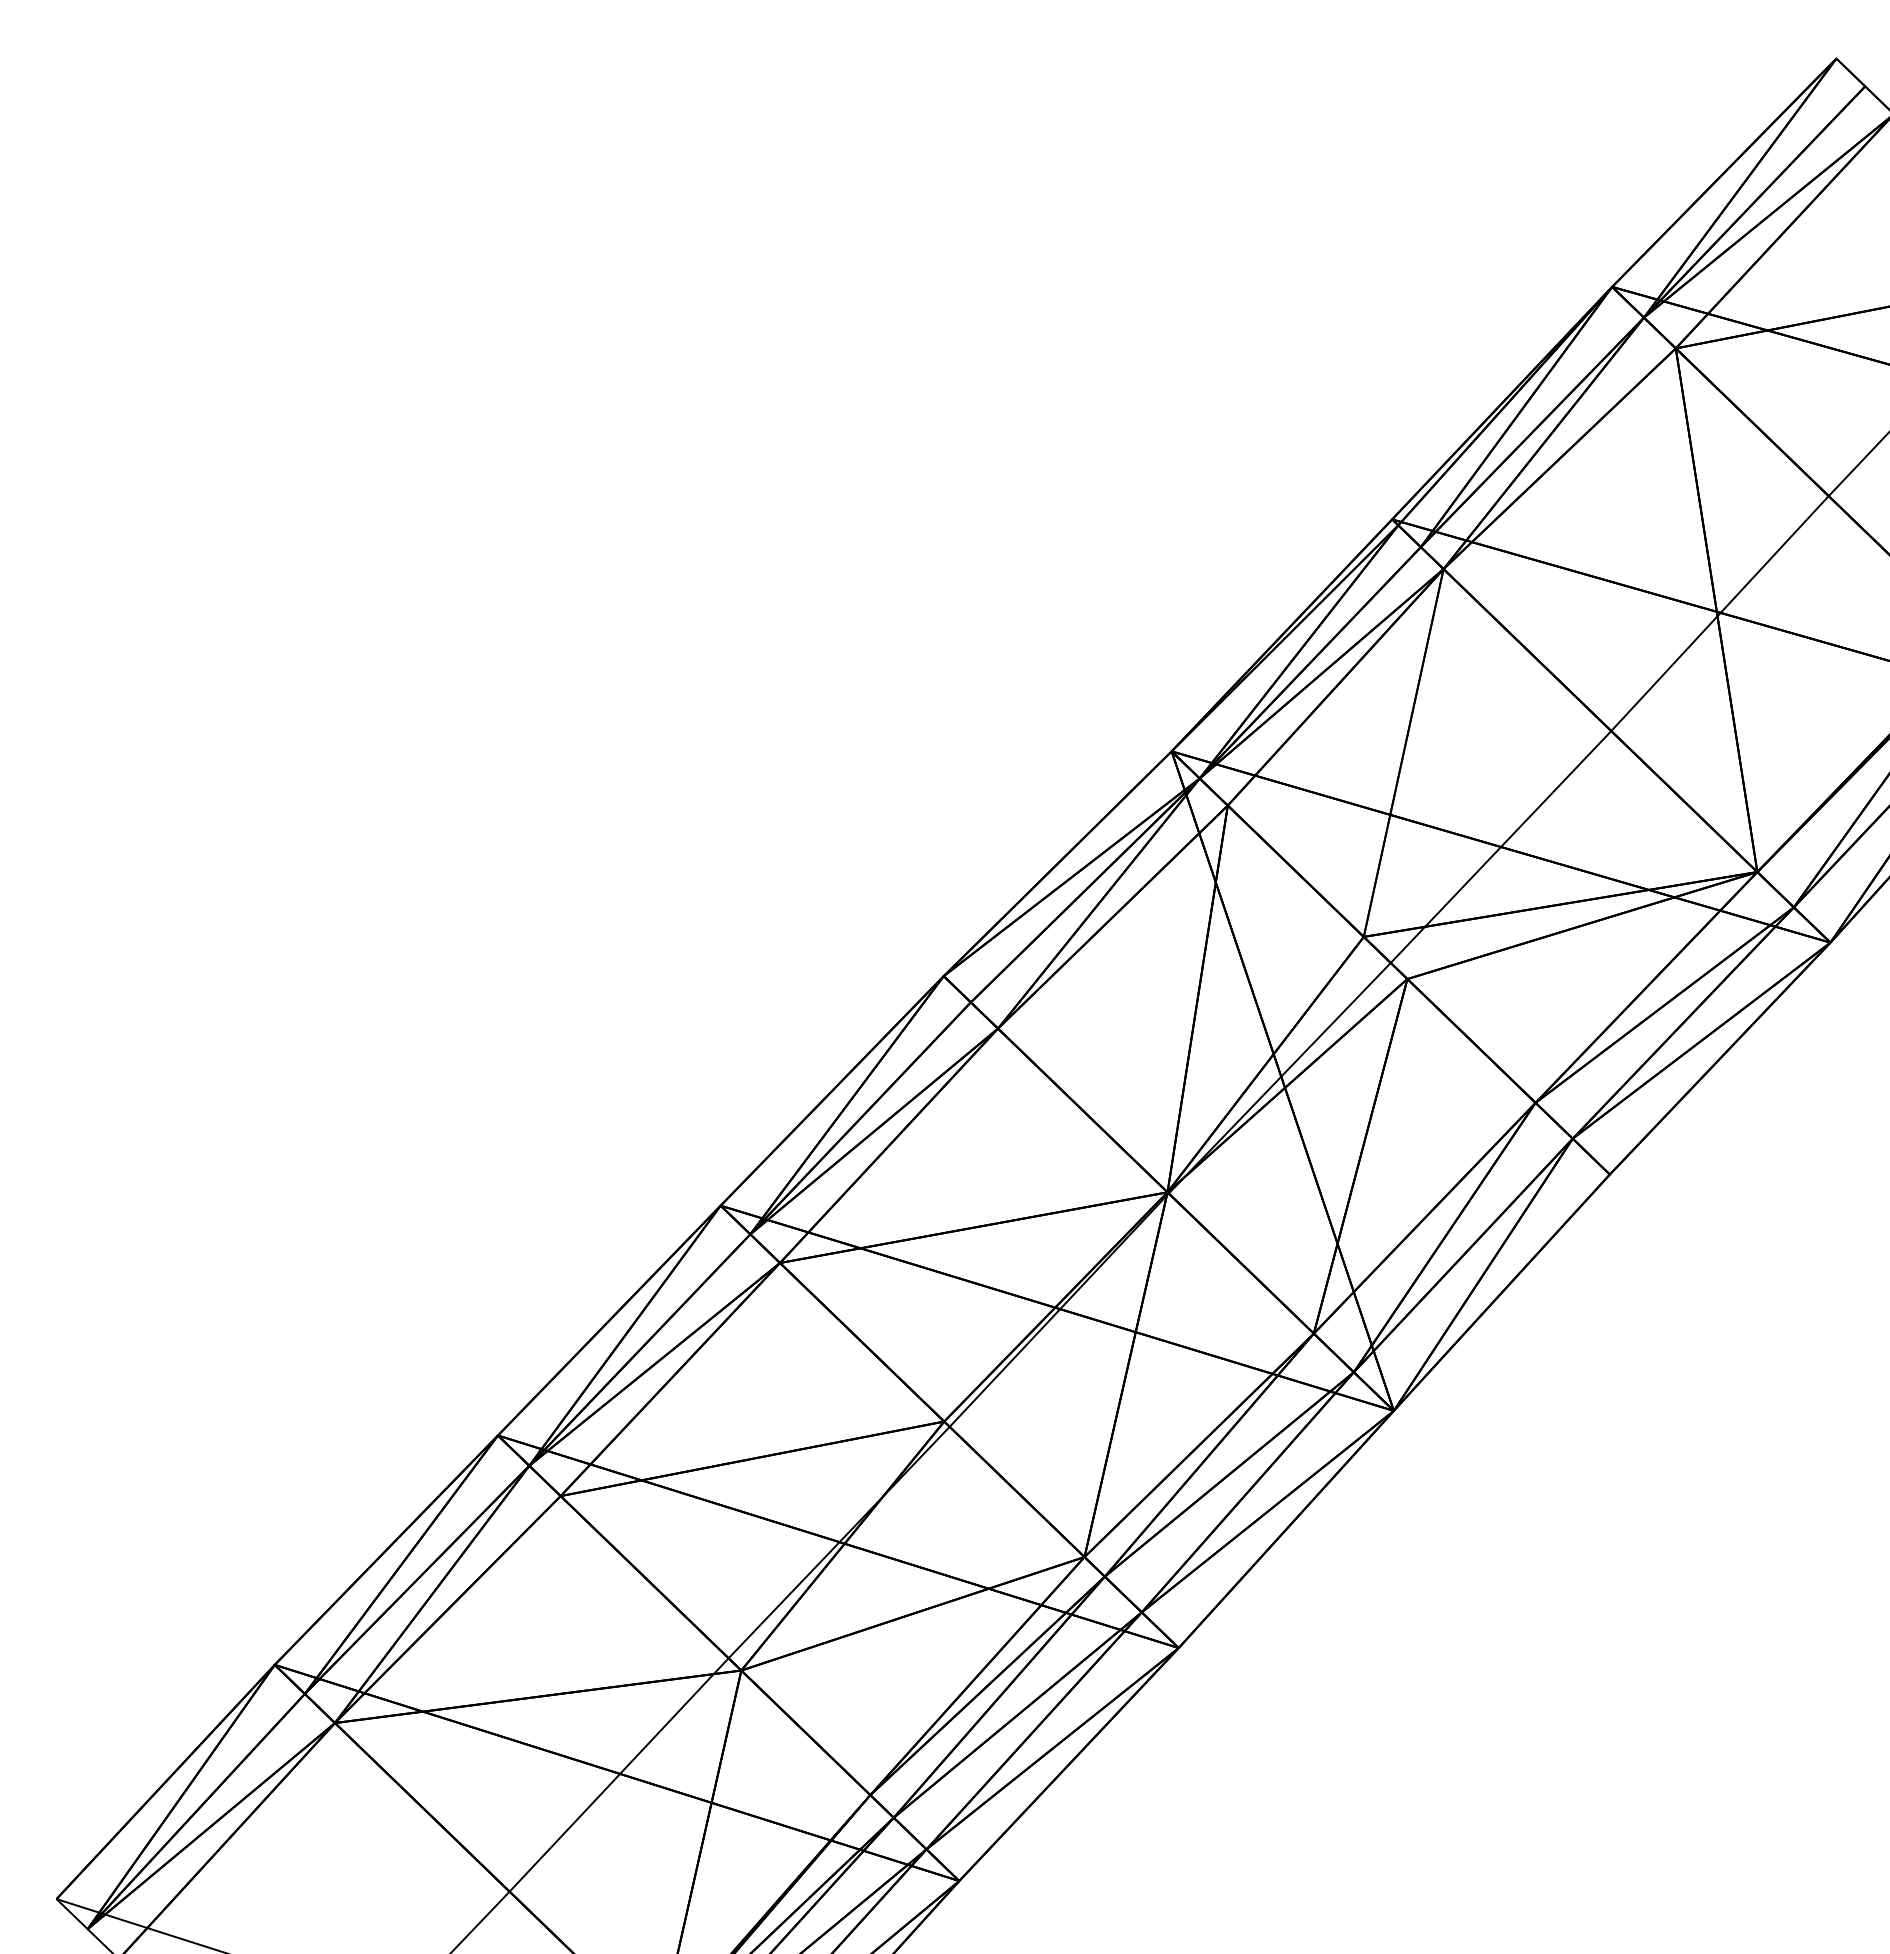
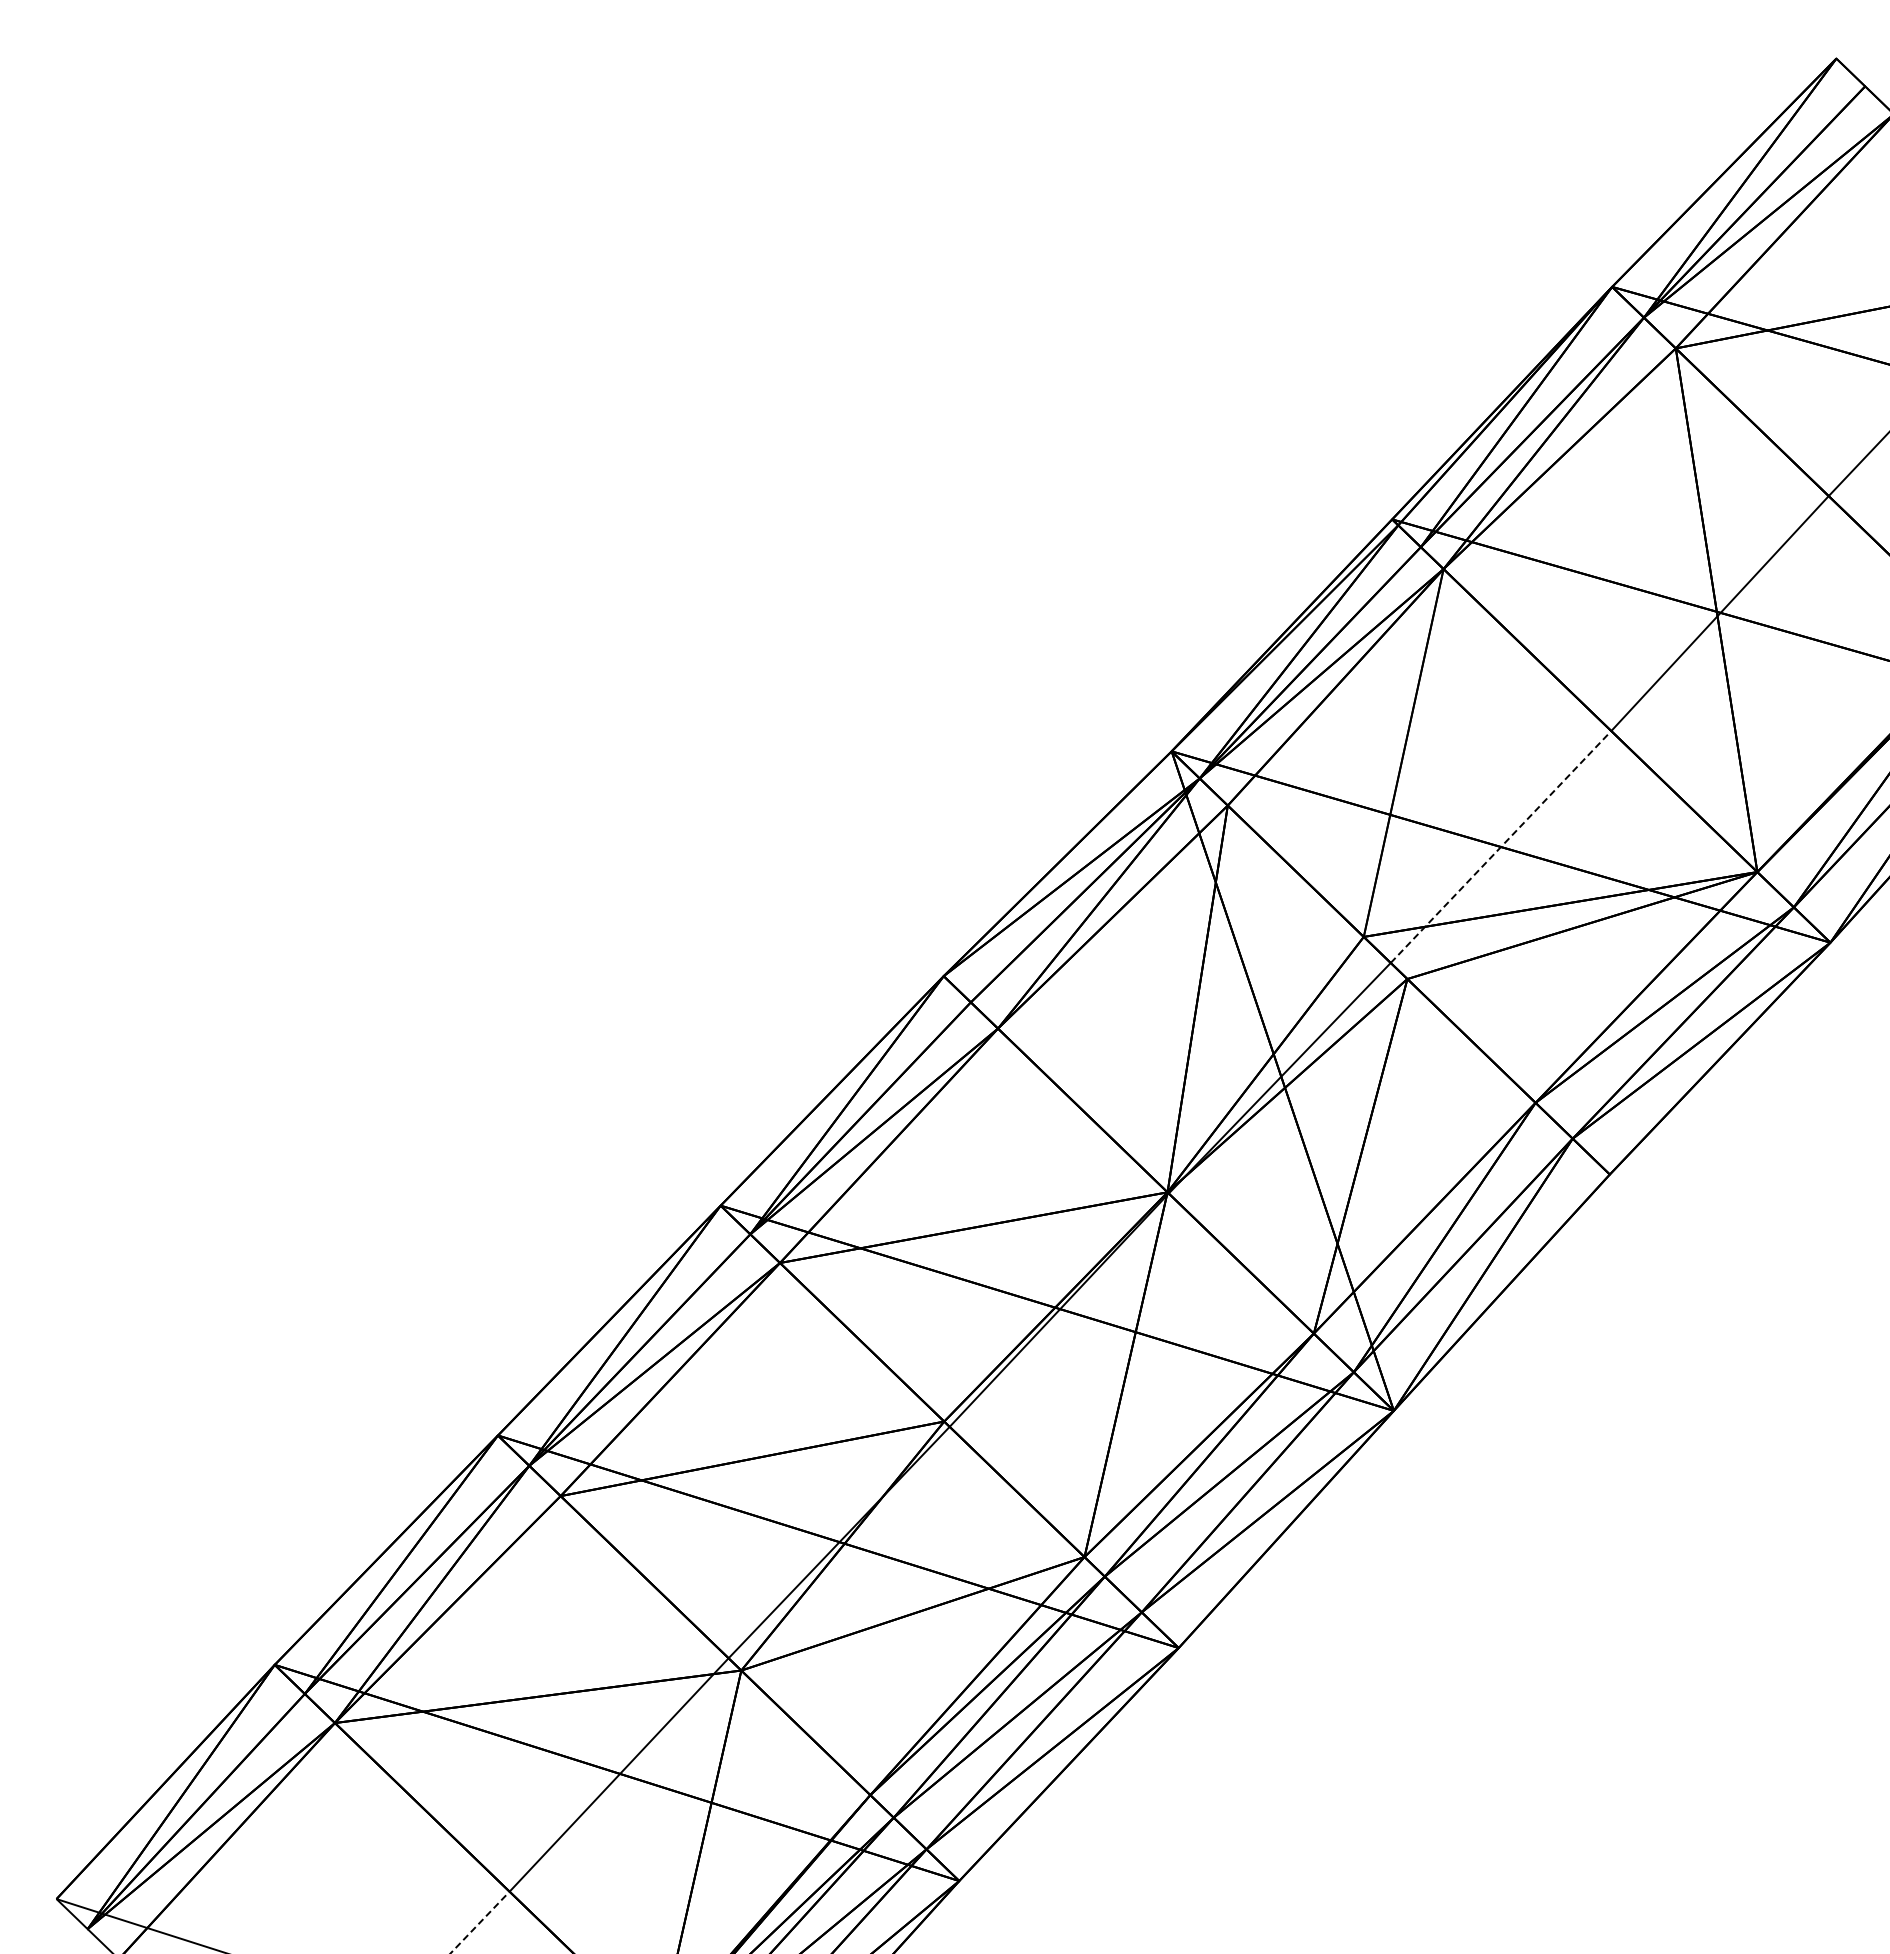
line at (1501, 846): solid -> dashed
line at (479, 1922): solid -> dashed
